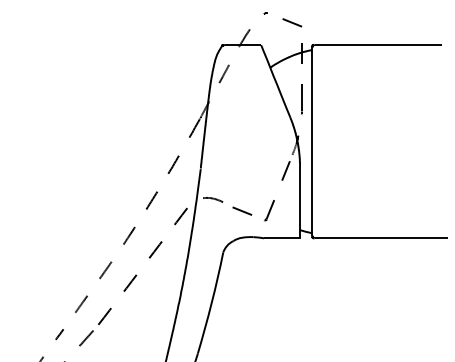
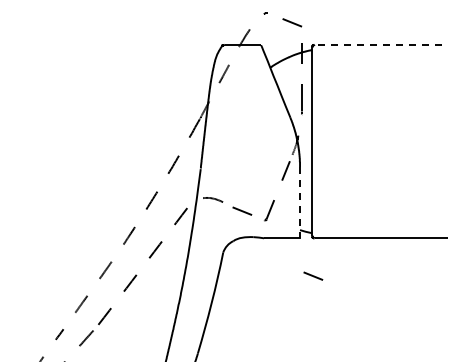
line at (378, 44): solid -> dashed
line at (300, 202): solid -> dashed
line at (313, 275): none -> present
